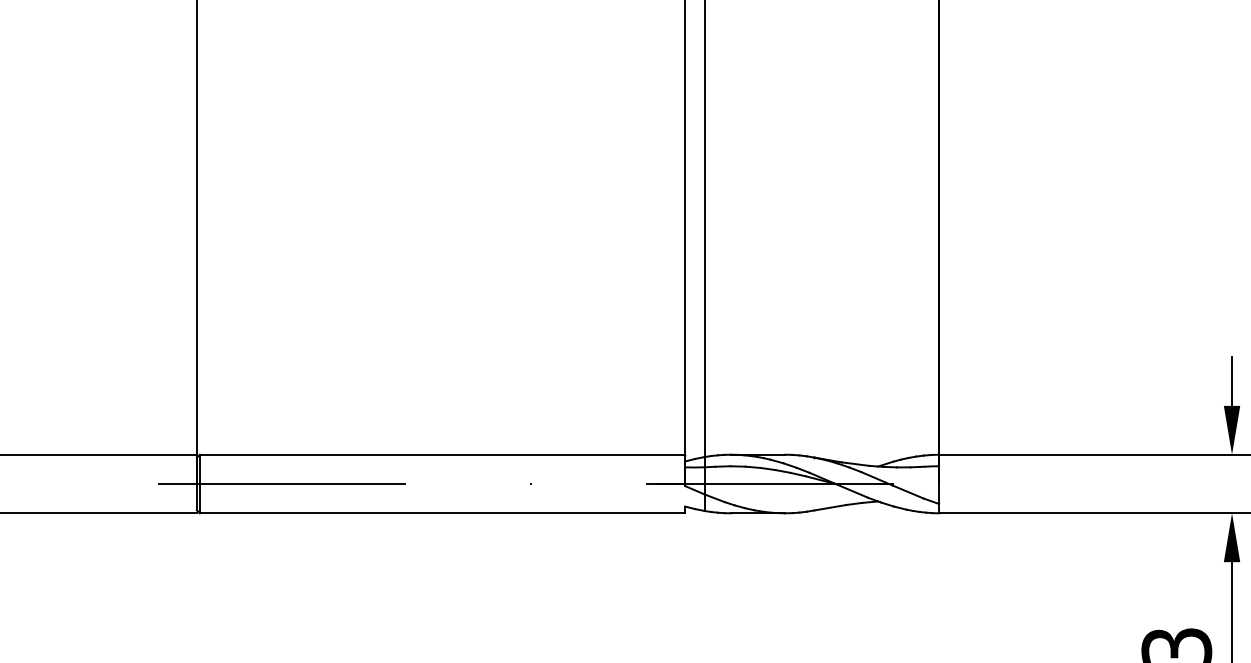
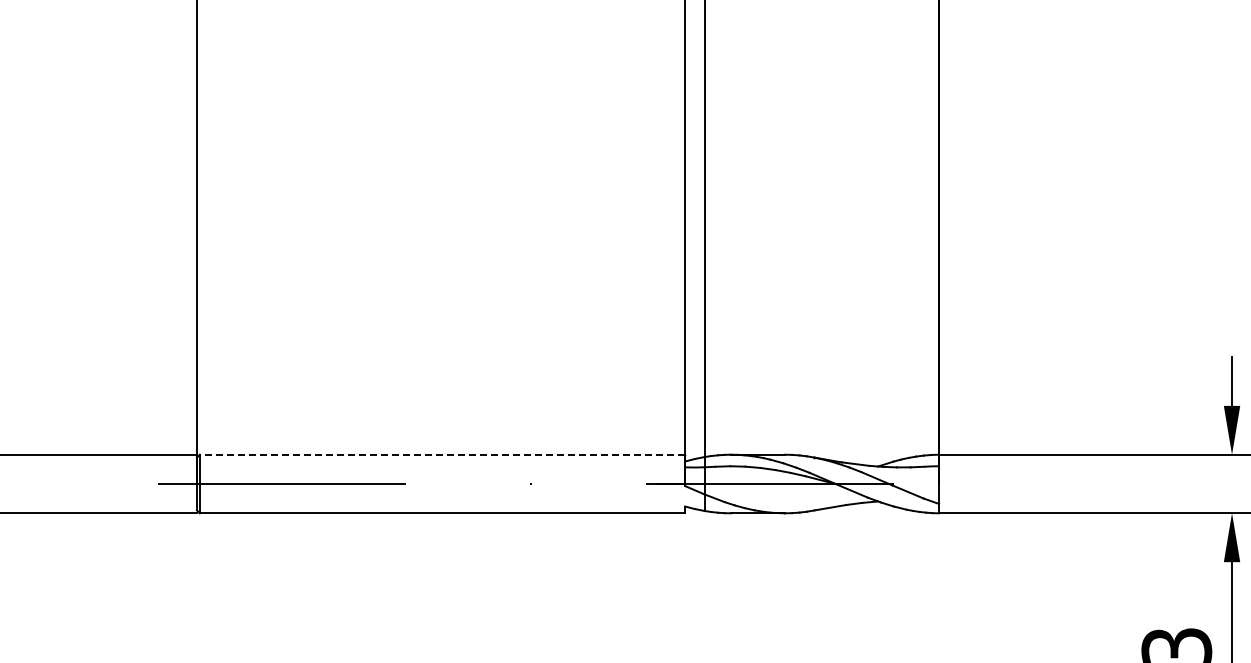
line at (442, 454): solid -> dashed
